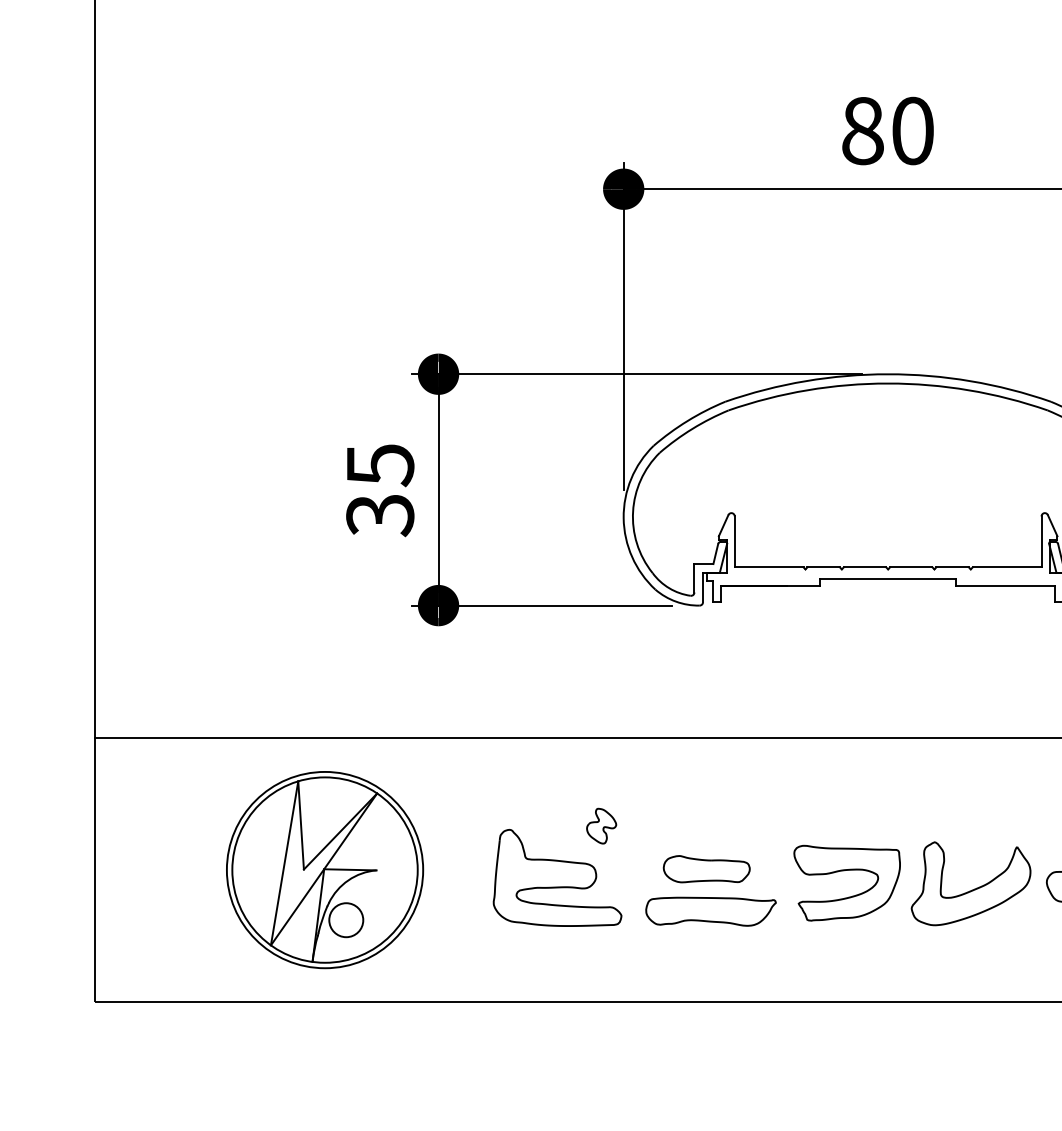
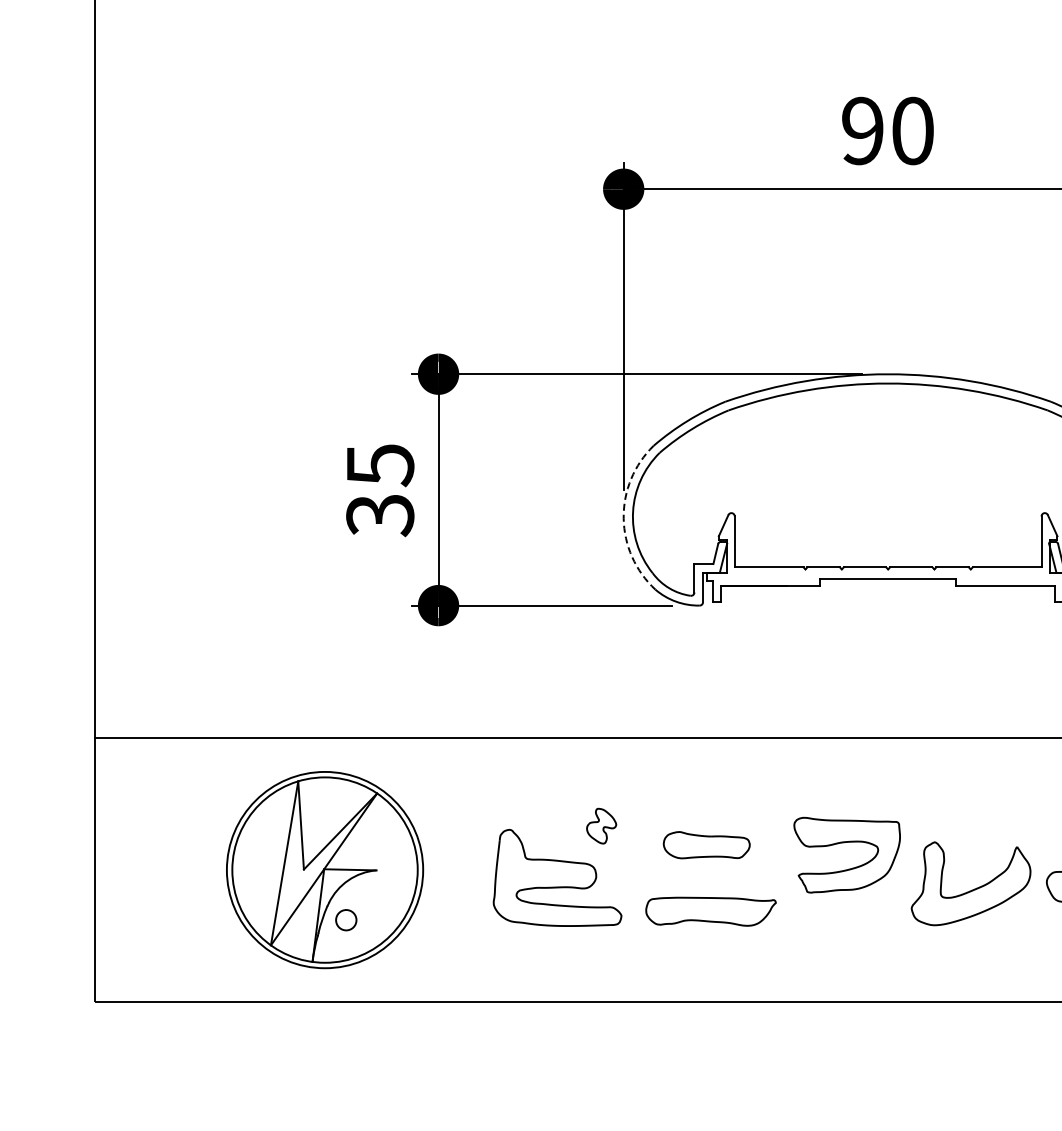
text at (862, 130): 80 -> 90
arc at (623, 518): solid -> dashed
curve at (706, 861) position: (706, 861) -> (706, 837)
part at (844, 871) position: (844, 871) -> (844, 843)
circle at (346, 920) diameter: 34 px -> 20 px
